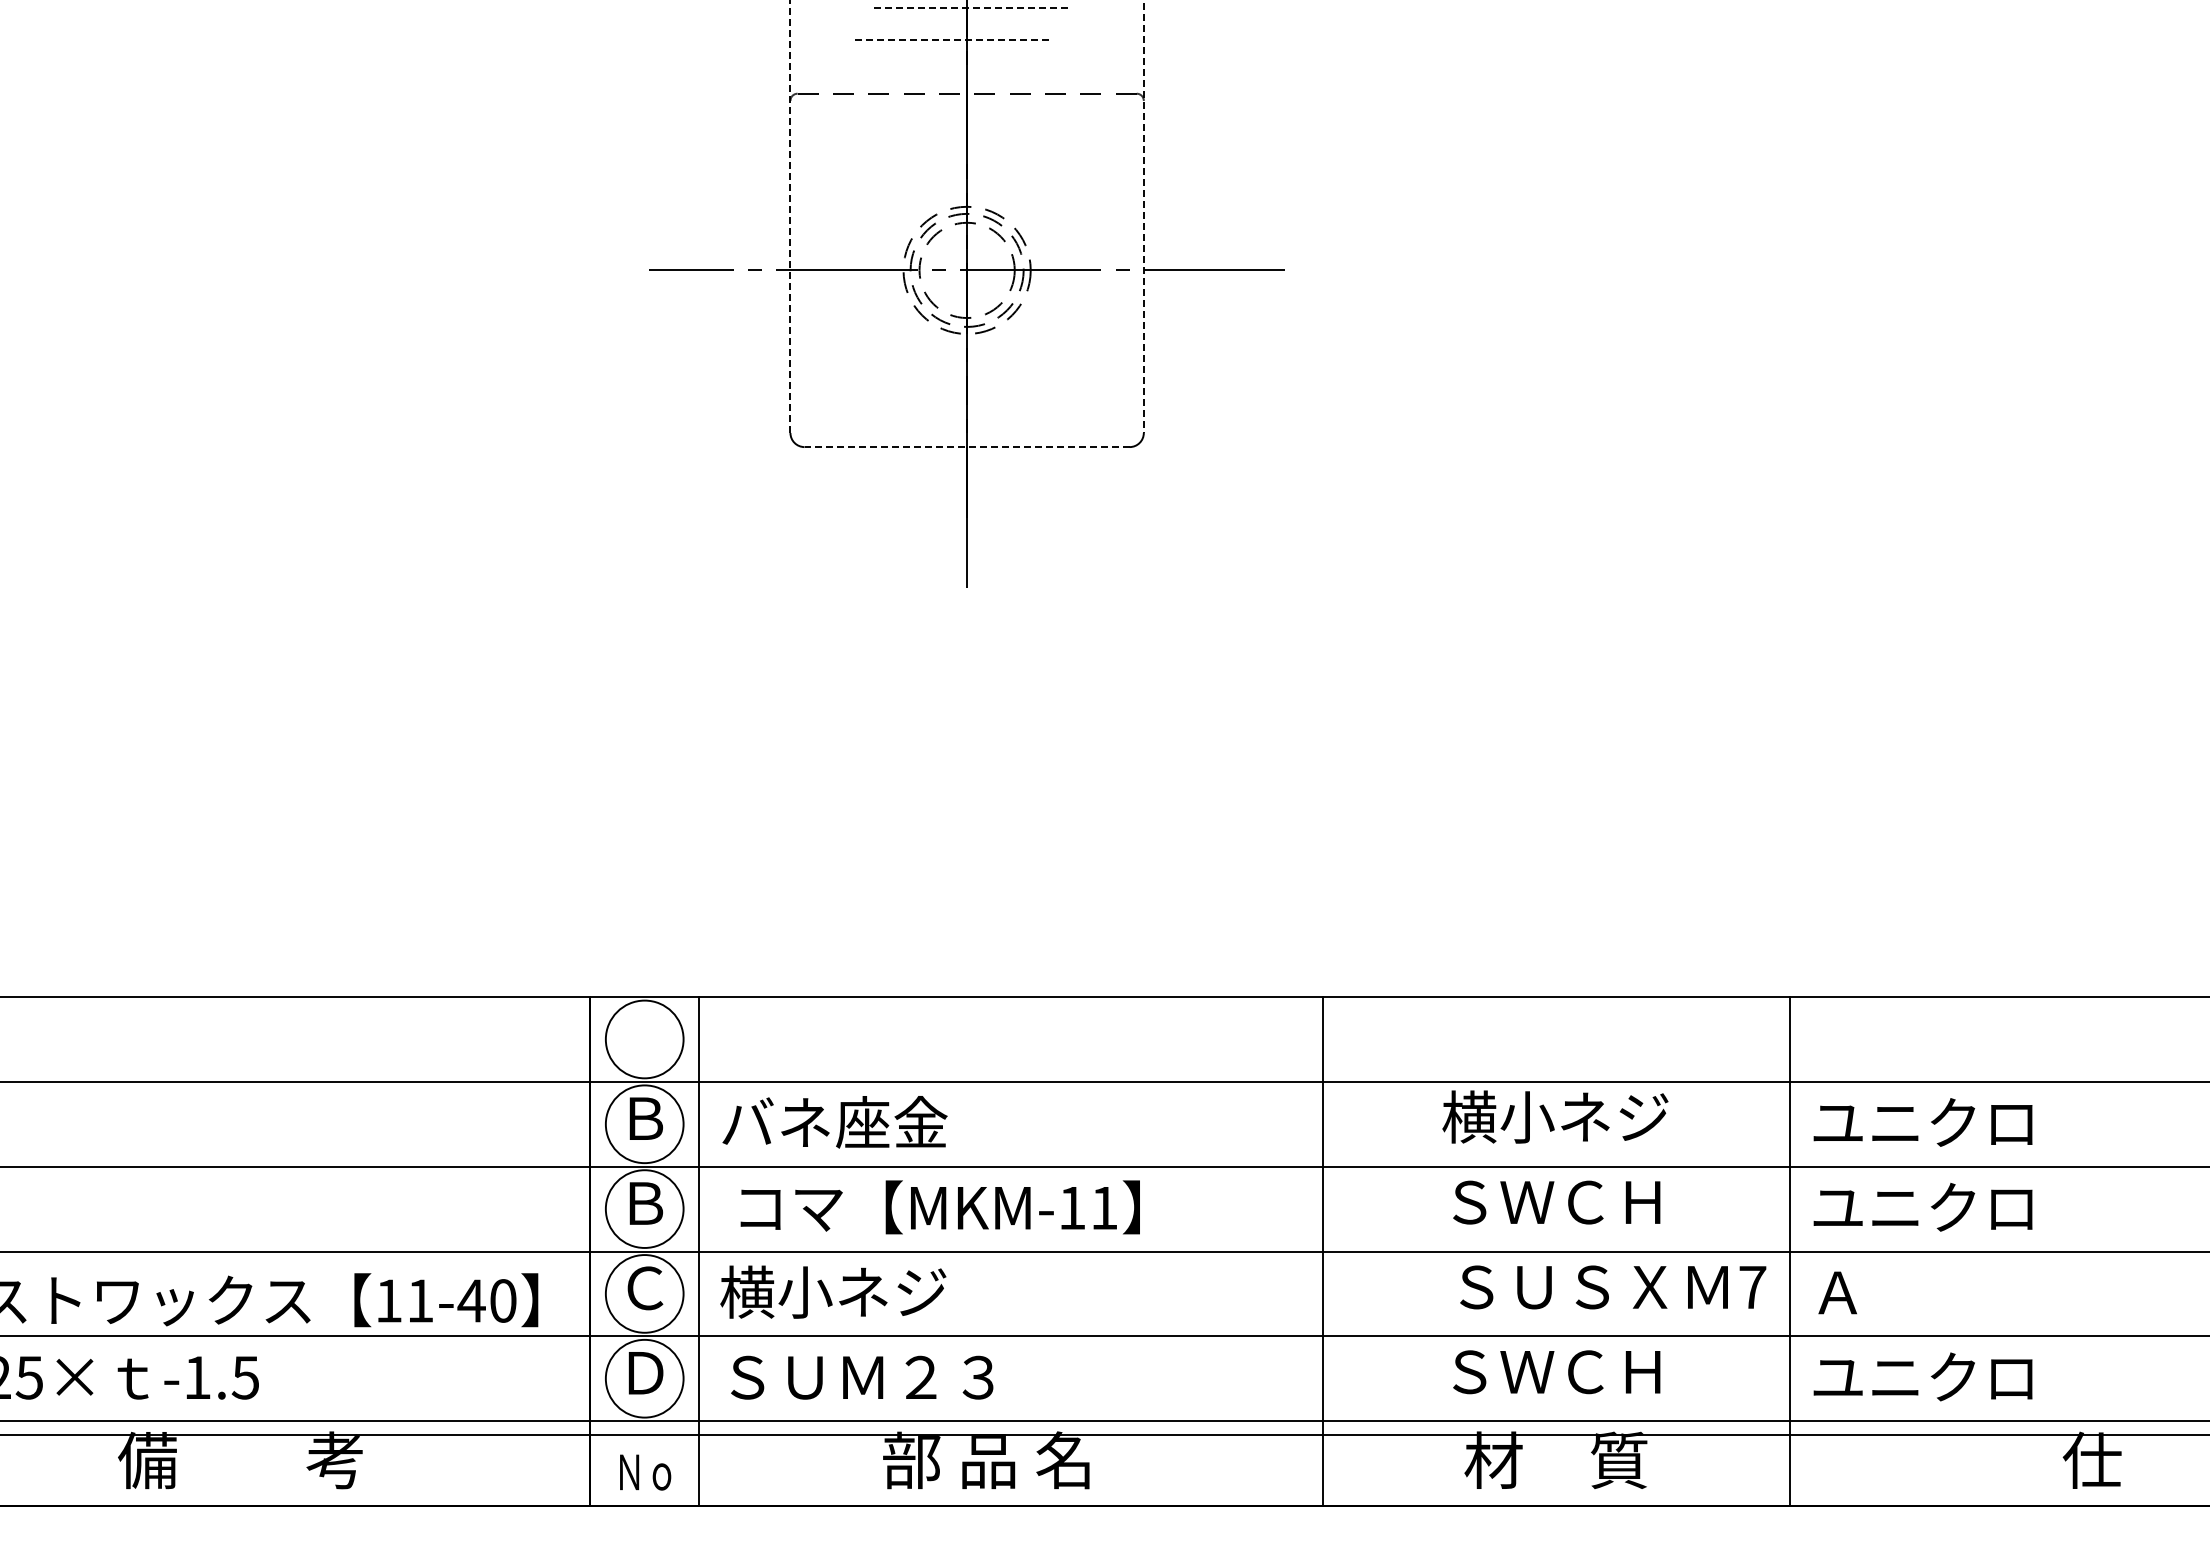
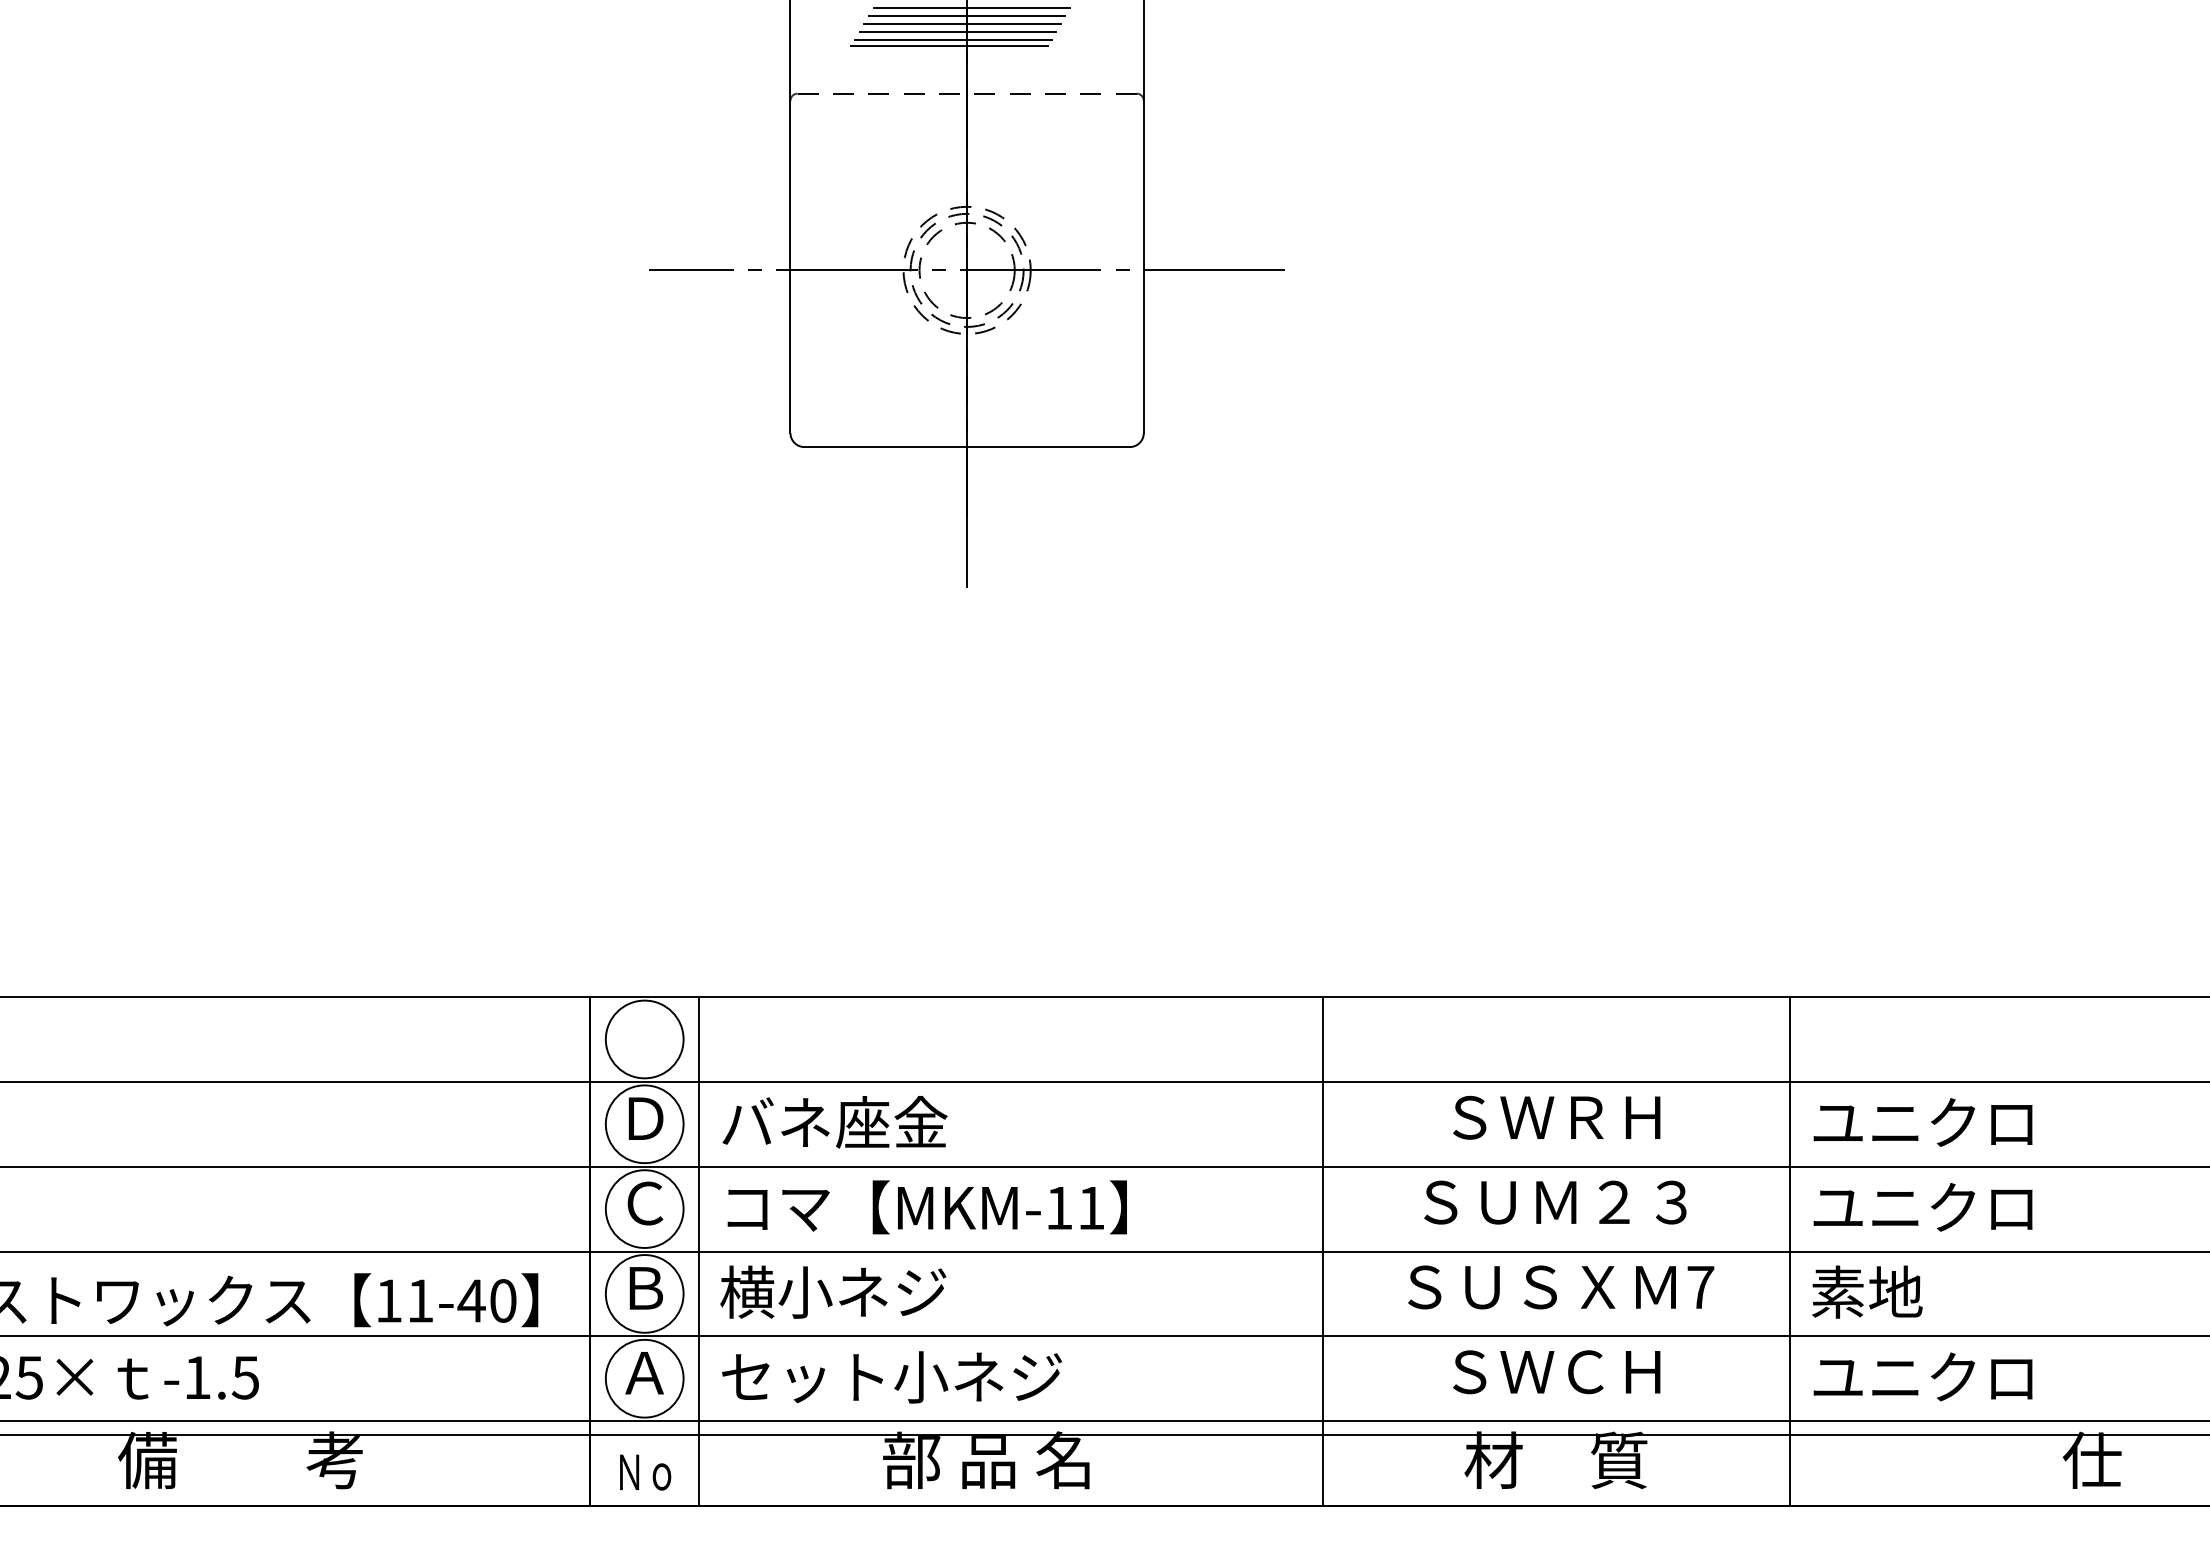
line at (972, 7): dashed -> solid
line at (966, 15): none -> present
line at (962, 24): none -> present
line at (957, 32): none -> present
line at (953, 40): dashed -> solid
line at (949, 46): none -> present
line at (790, 216): dashed -> solid
line at (1143, 217): dashed -> solid
line at (967, 447): dashed -> solid
text at (1555, 1116): 横小ネジ -> ＳＷＲＨ
text at (645, 1118): Ｂ -> Ｄ
text at (1555, 1202): ＳＷＣＨ -> ＳＵＭ２３
text at (645, 1203): Ｂ -> Ｃ
text at (939, 1207) position: (939, 1207) -> (926, 1207)
text at (1613, 1287) position: (1613, 1287) -> (1561, 1287)
text at (645, 1288): Ｃ -> Ｂ
text at (1867, 1291): Ａ -> 素地
text at (644, 1373): Ｄ -> Ａ
text at (892, 1377): ＳＵＭ２３ -> セット小ネジ
